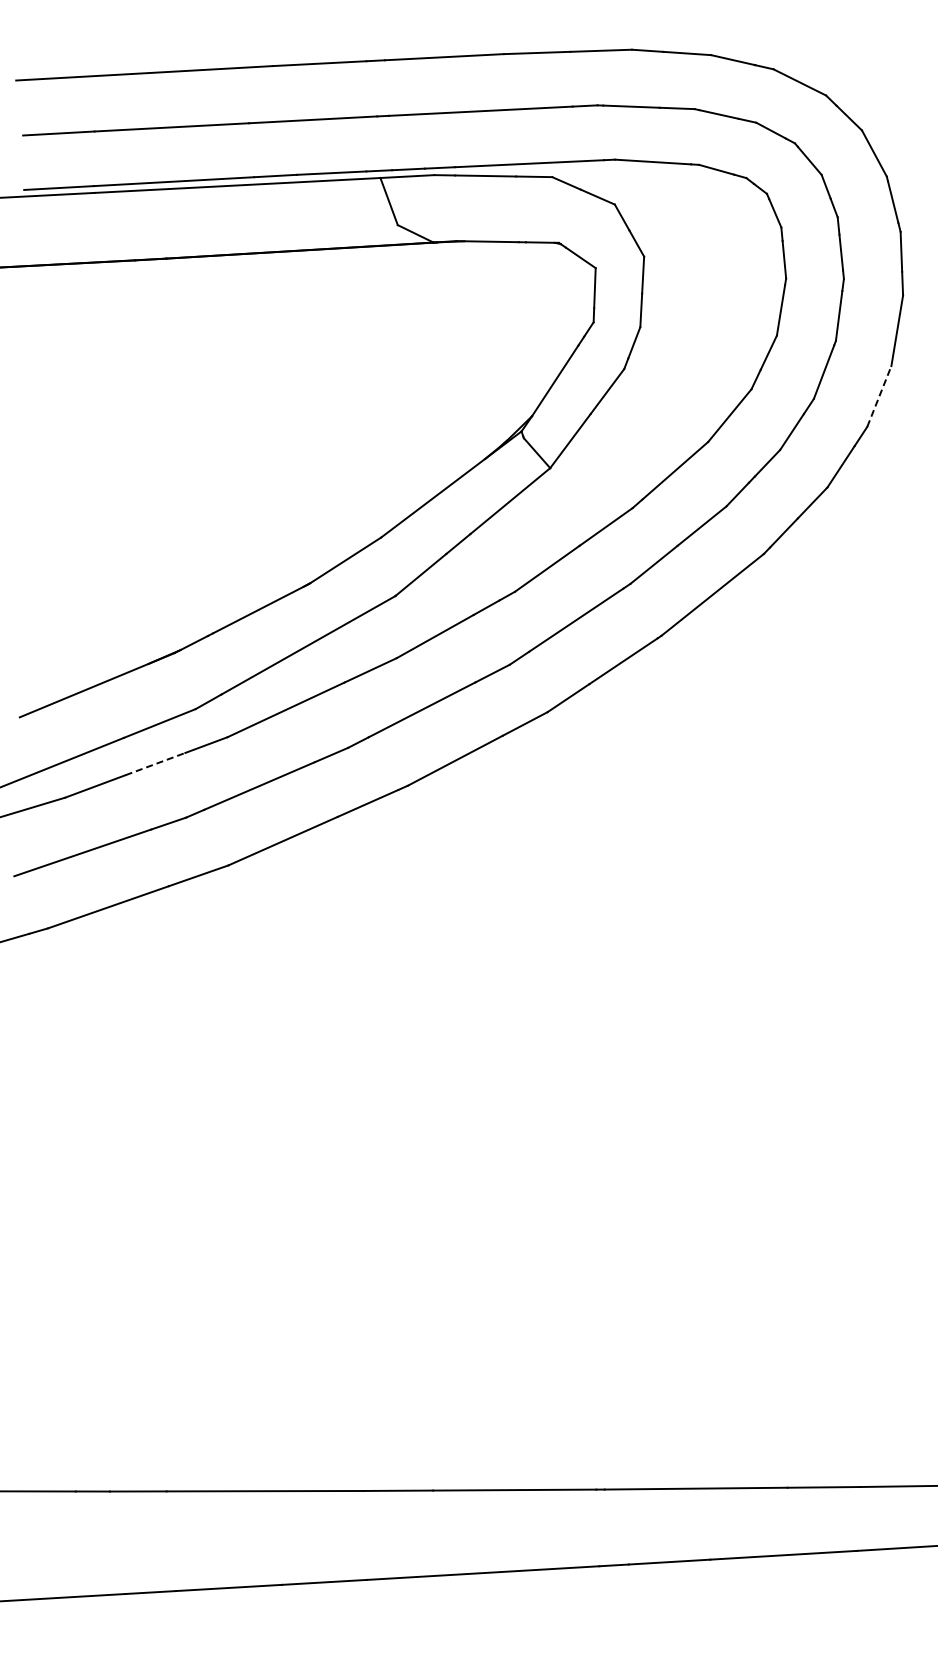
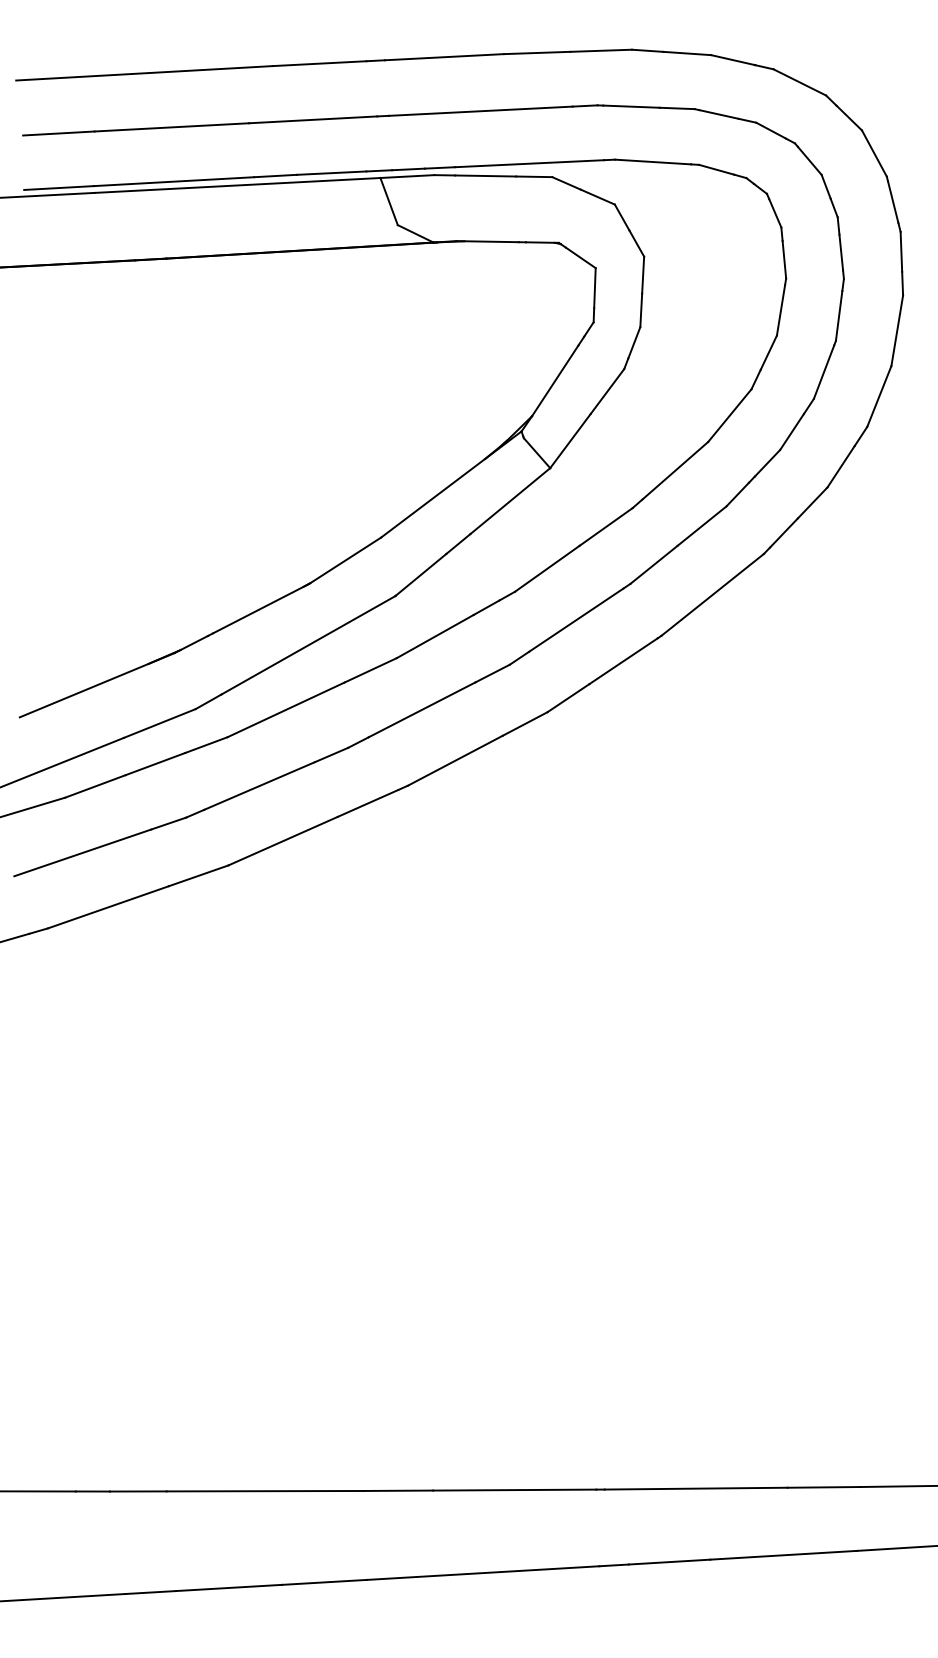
line at (879, 396): dashed -> solid
line at (155, 764): dashed -> solid
